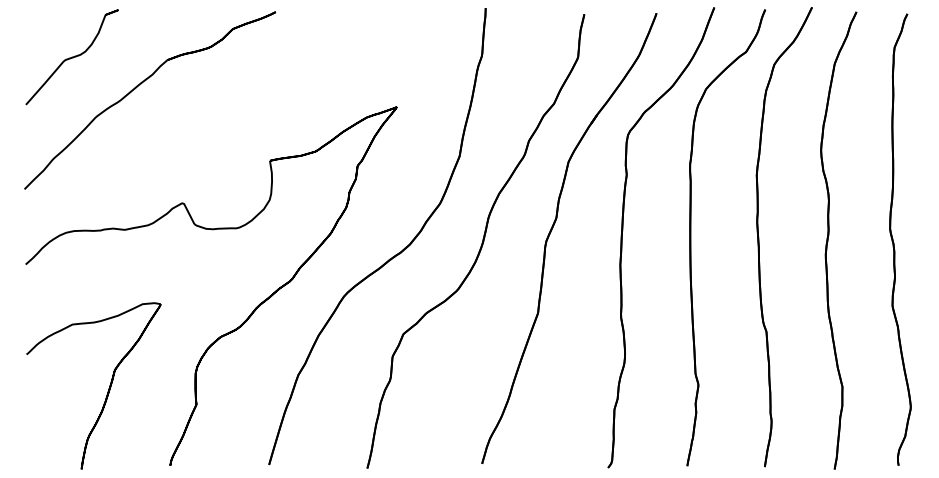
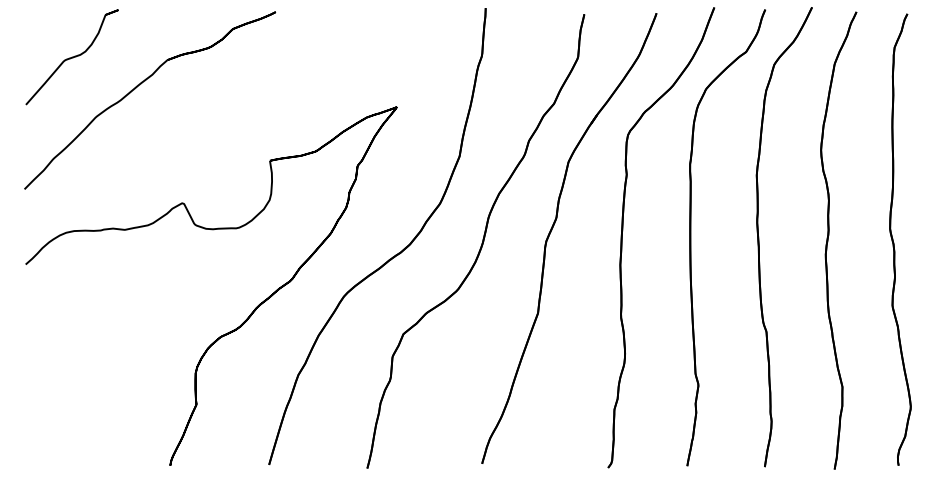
part at (107, 391): present -> none
